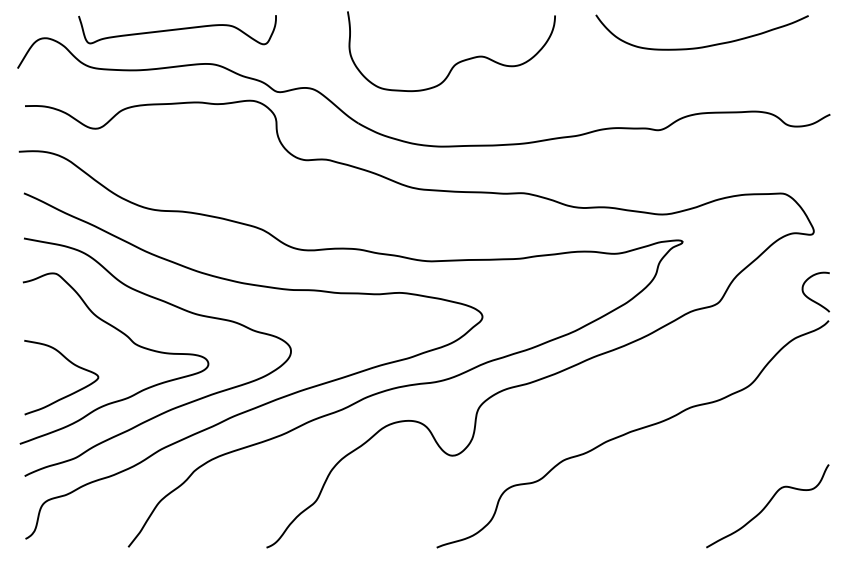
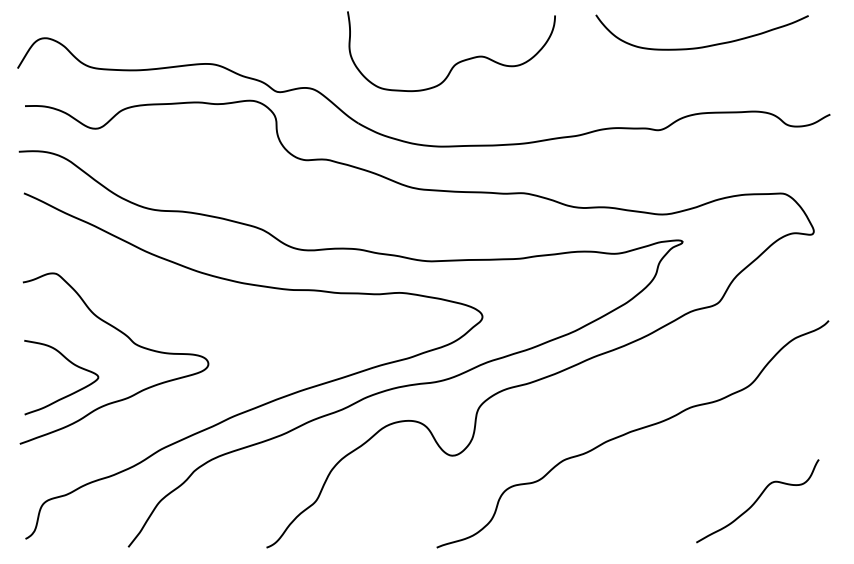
curve at (177, 30): present -> none
curve at (811, 298): present -> none
curve at (175, 307): present -> none
curve at (767, 506) position: (767, 506) -> (757, 501)
